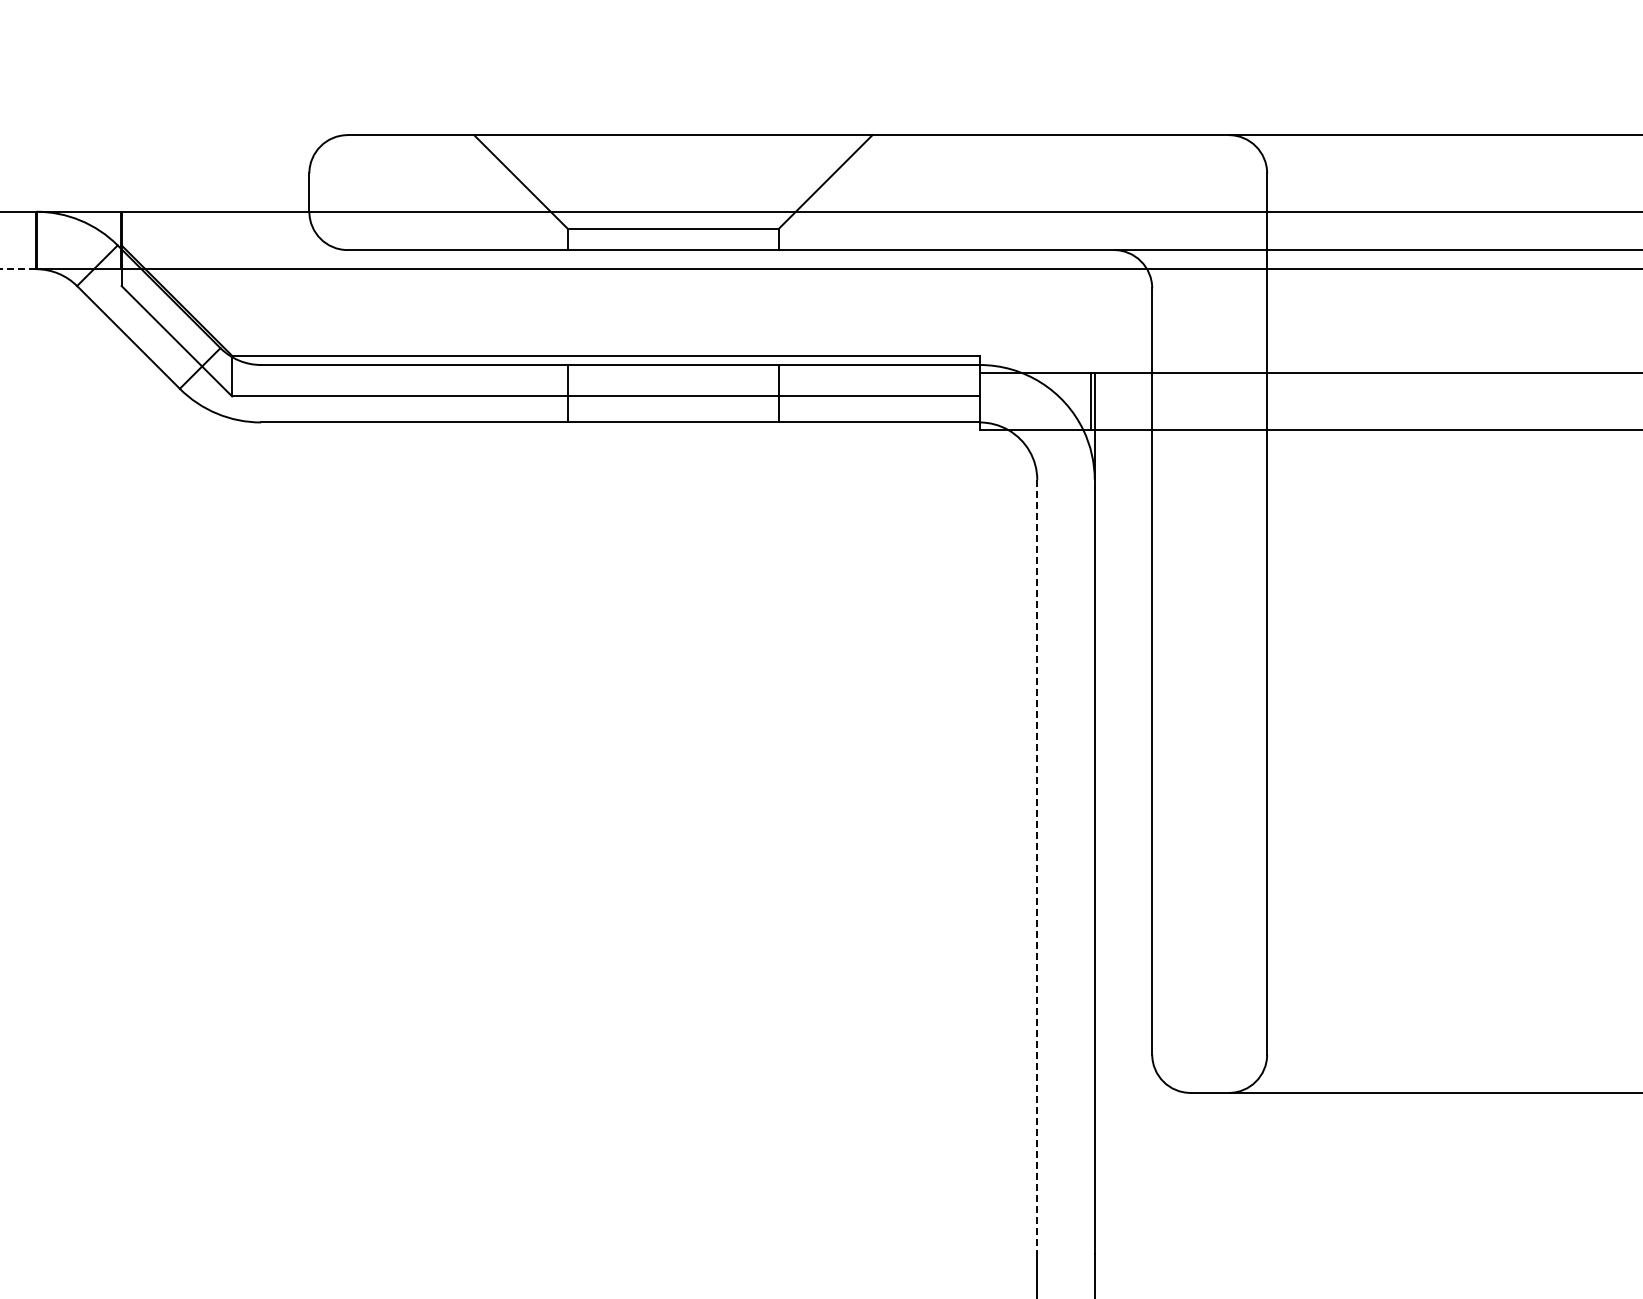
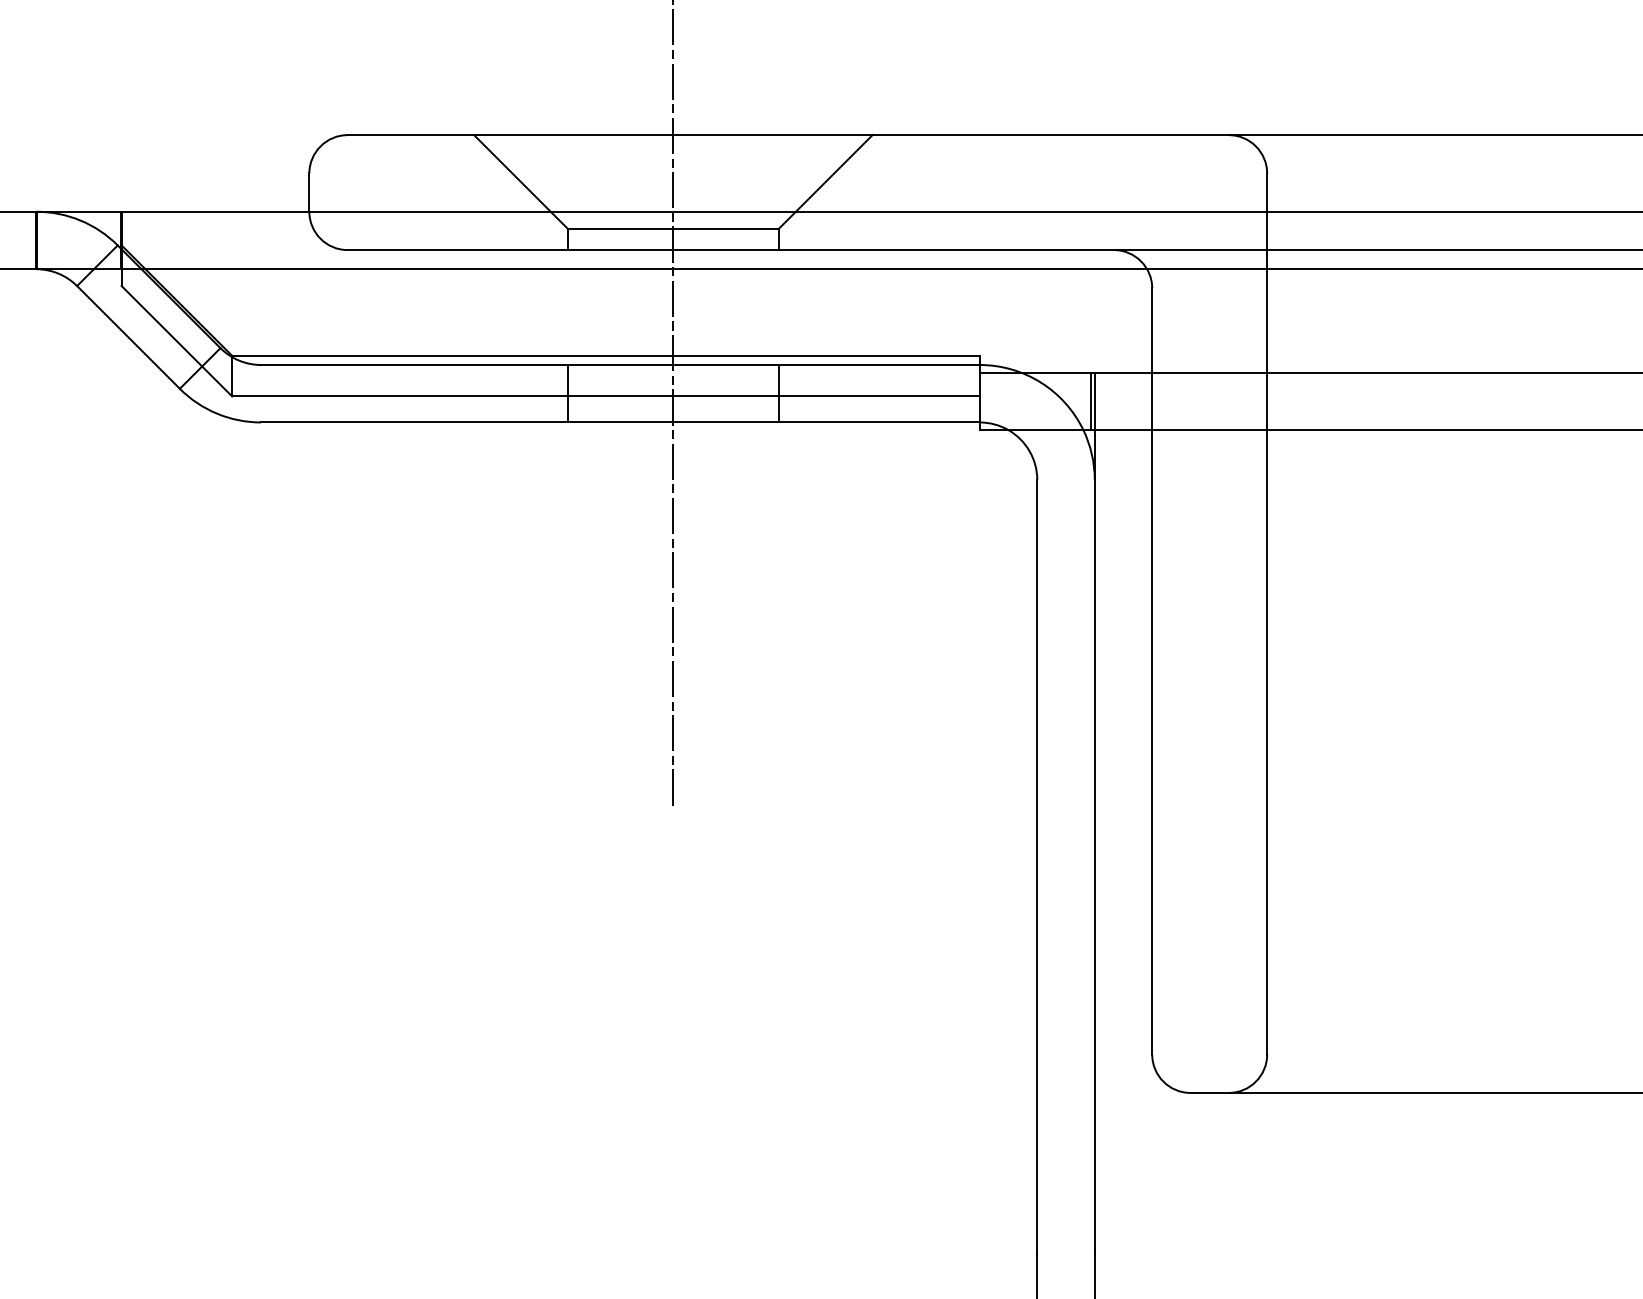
line at (18, 269): dashed -> solid
line at (673, 403): none -> present
line at (1037, 866): dashed -> solid
